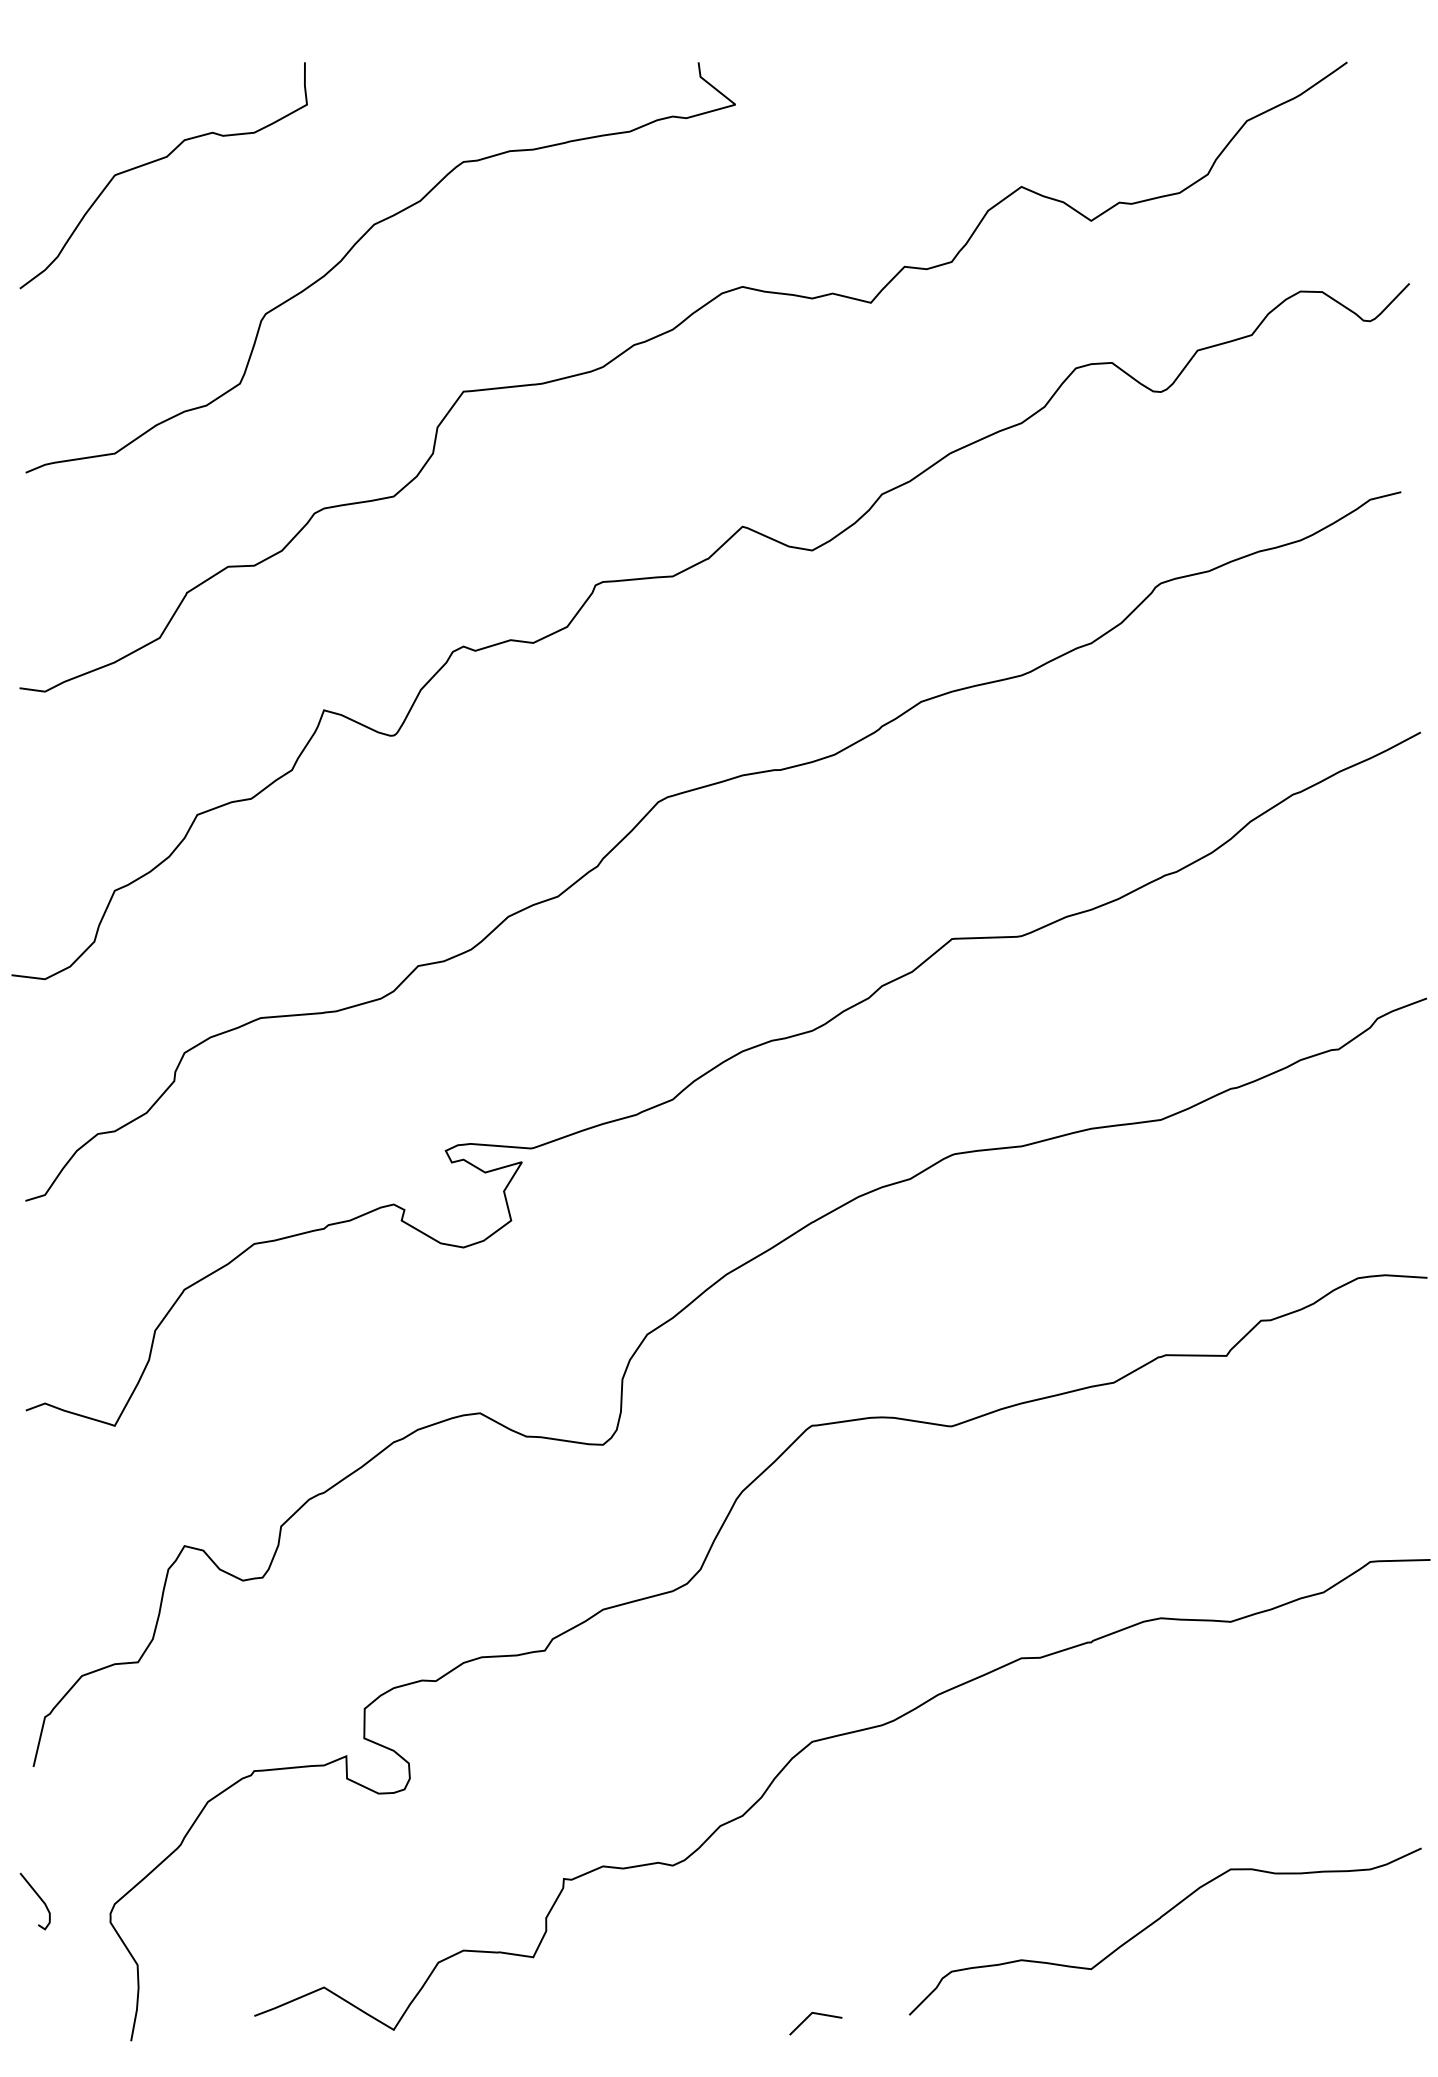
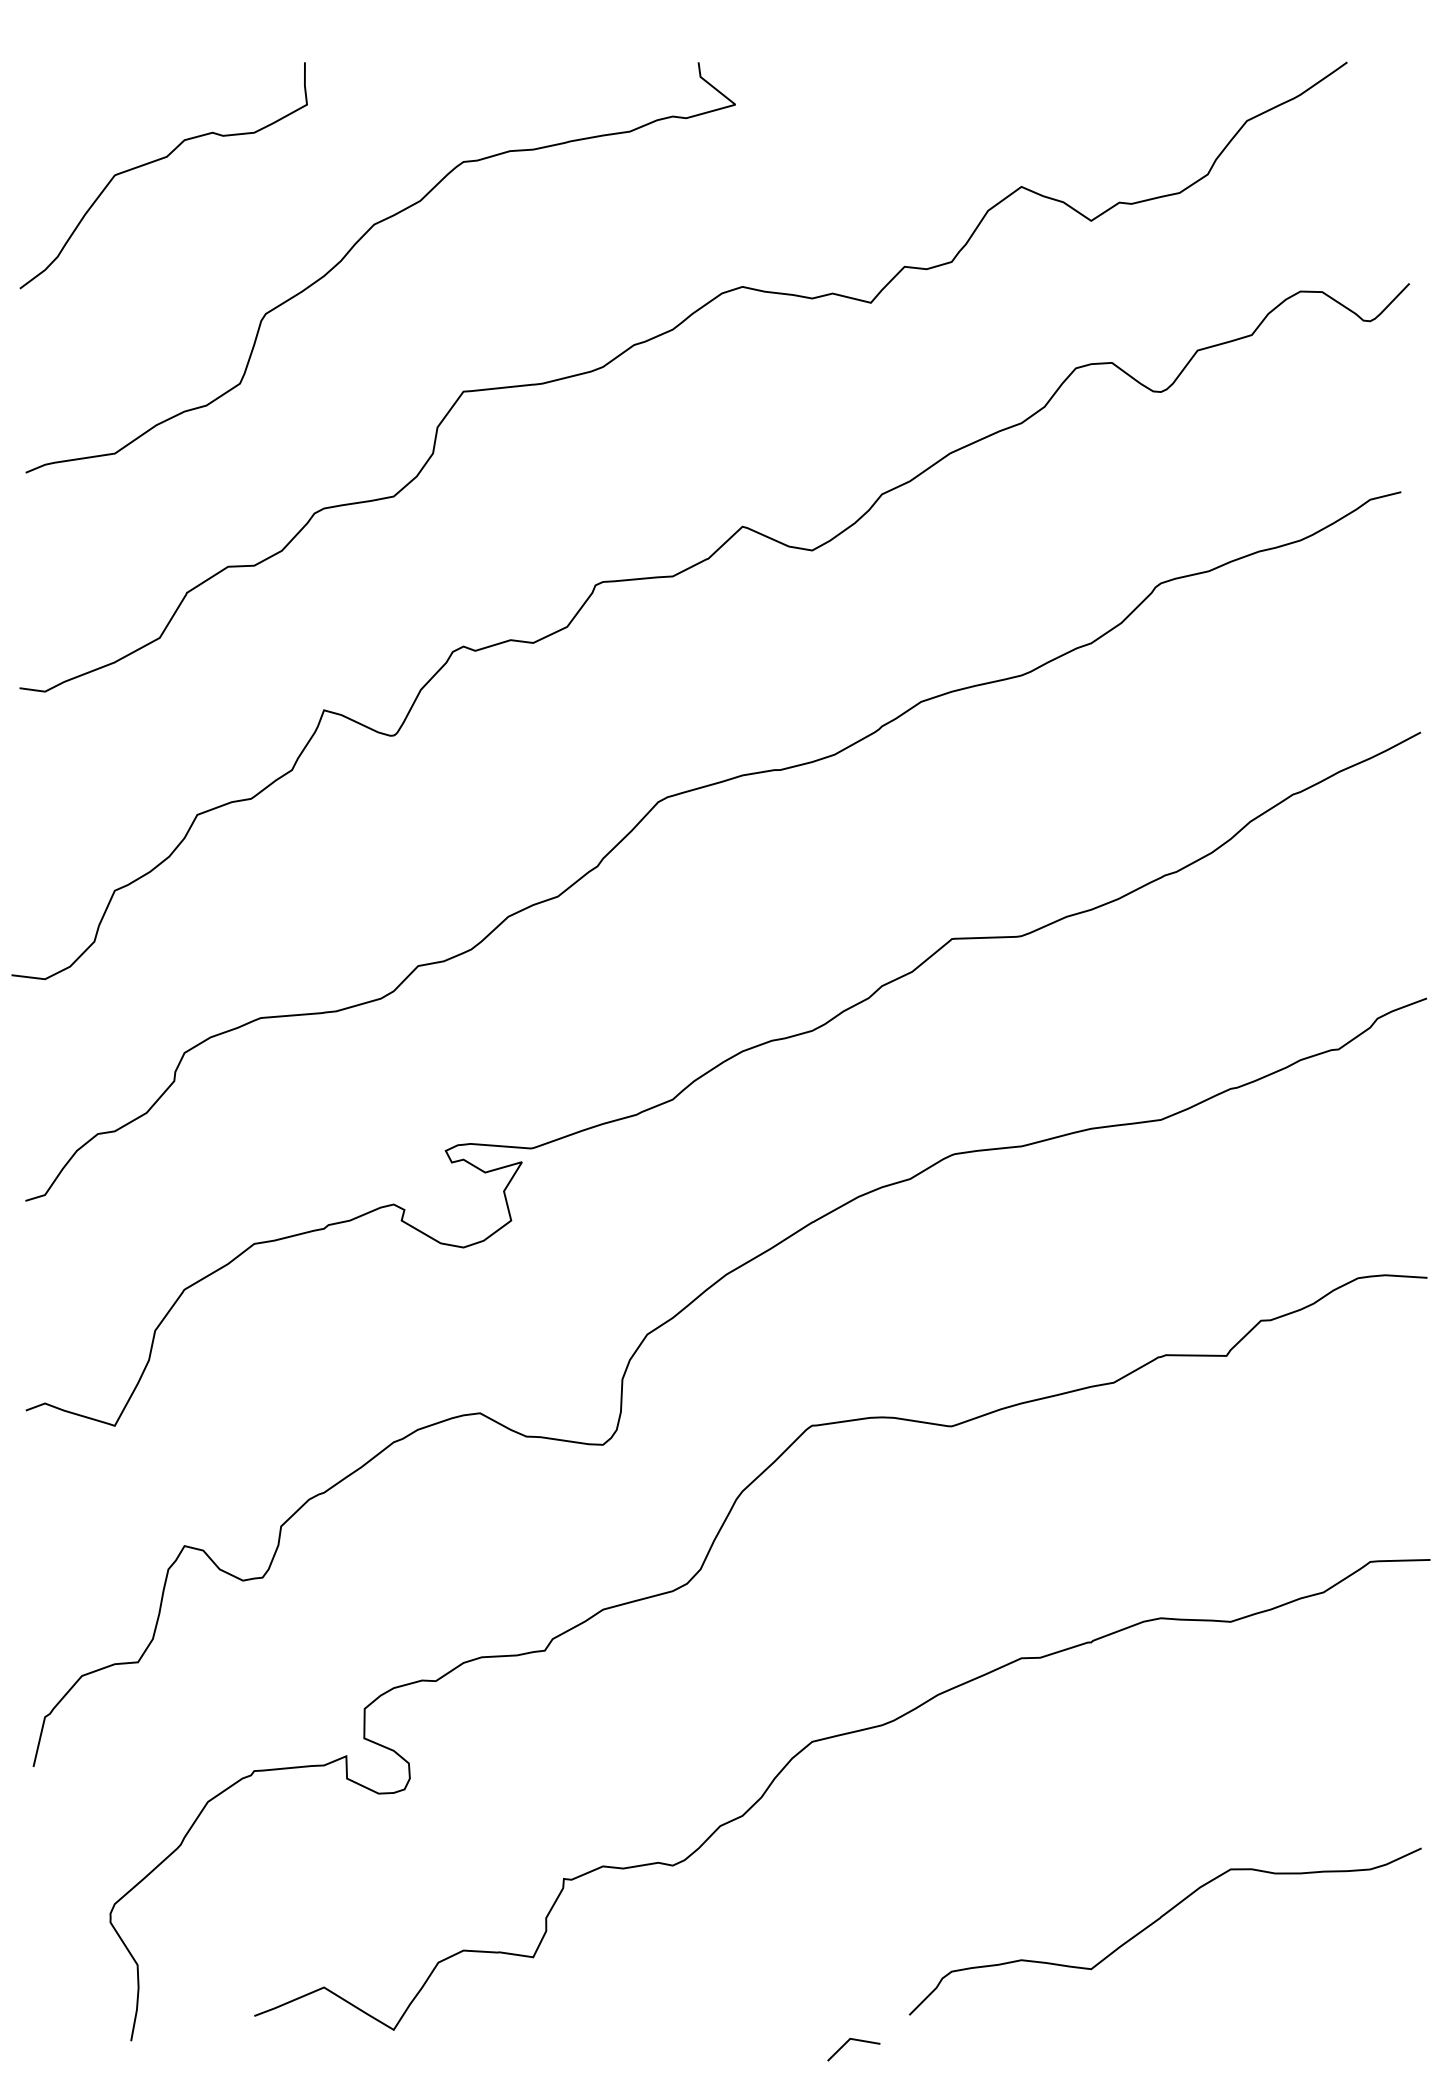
curve at (38, 1897): present -> none
line at (815, 2014) position: (815, 2014) -> (853, 2040)
